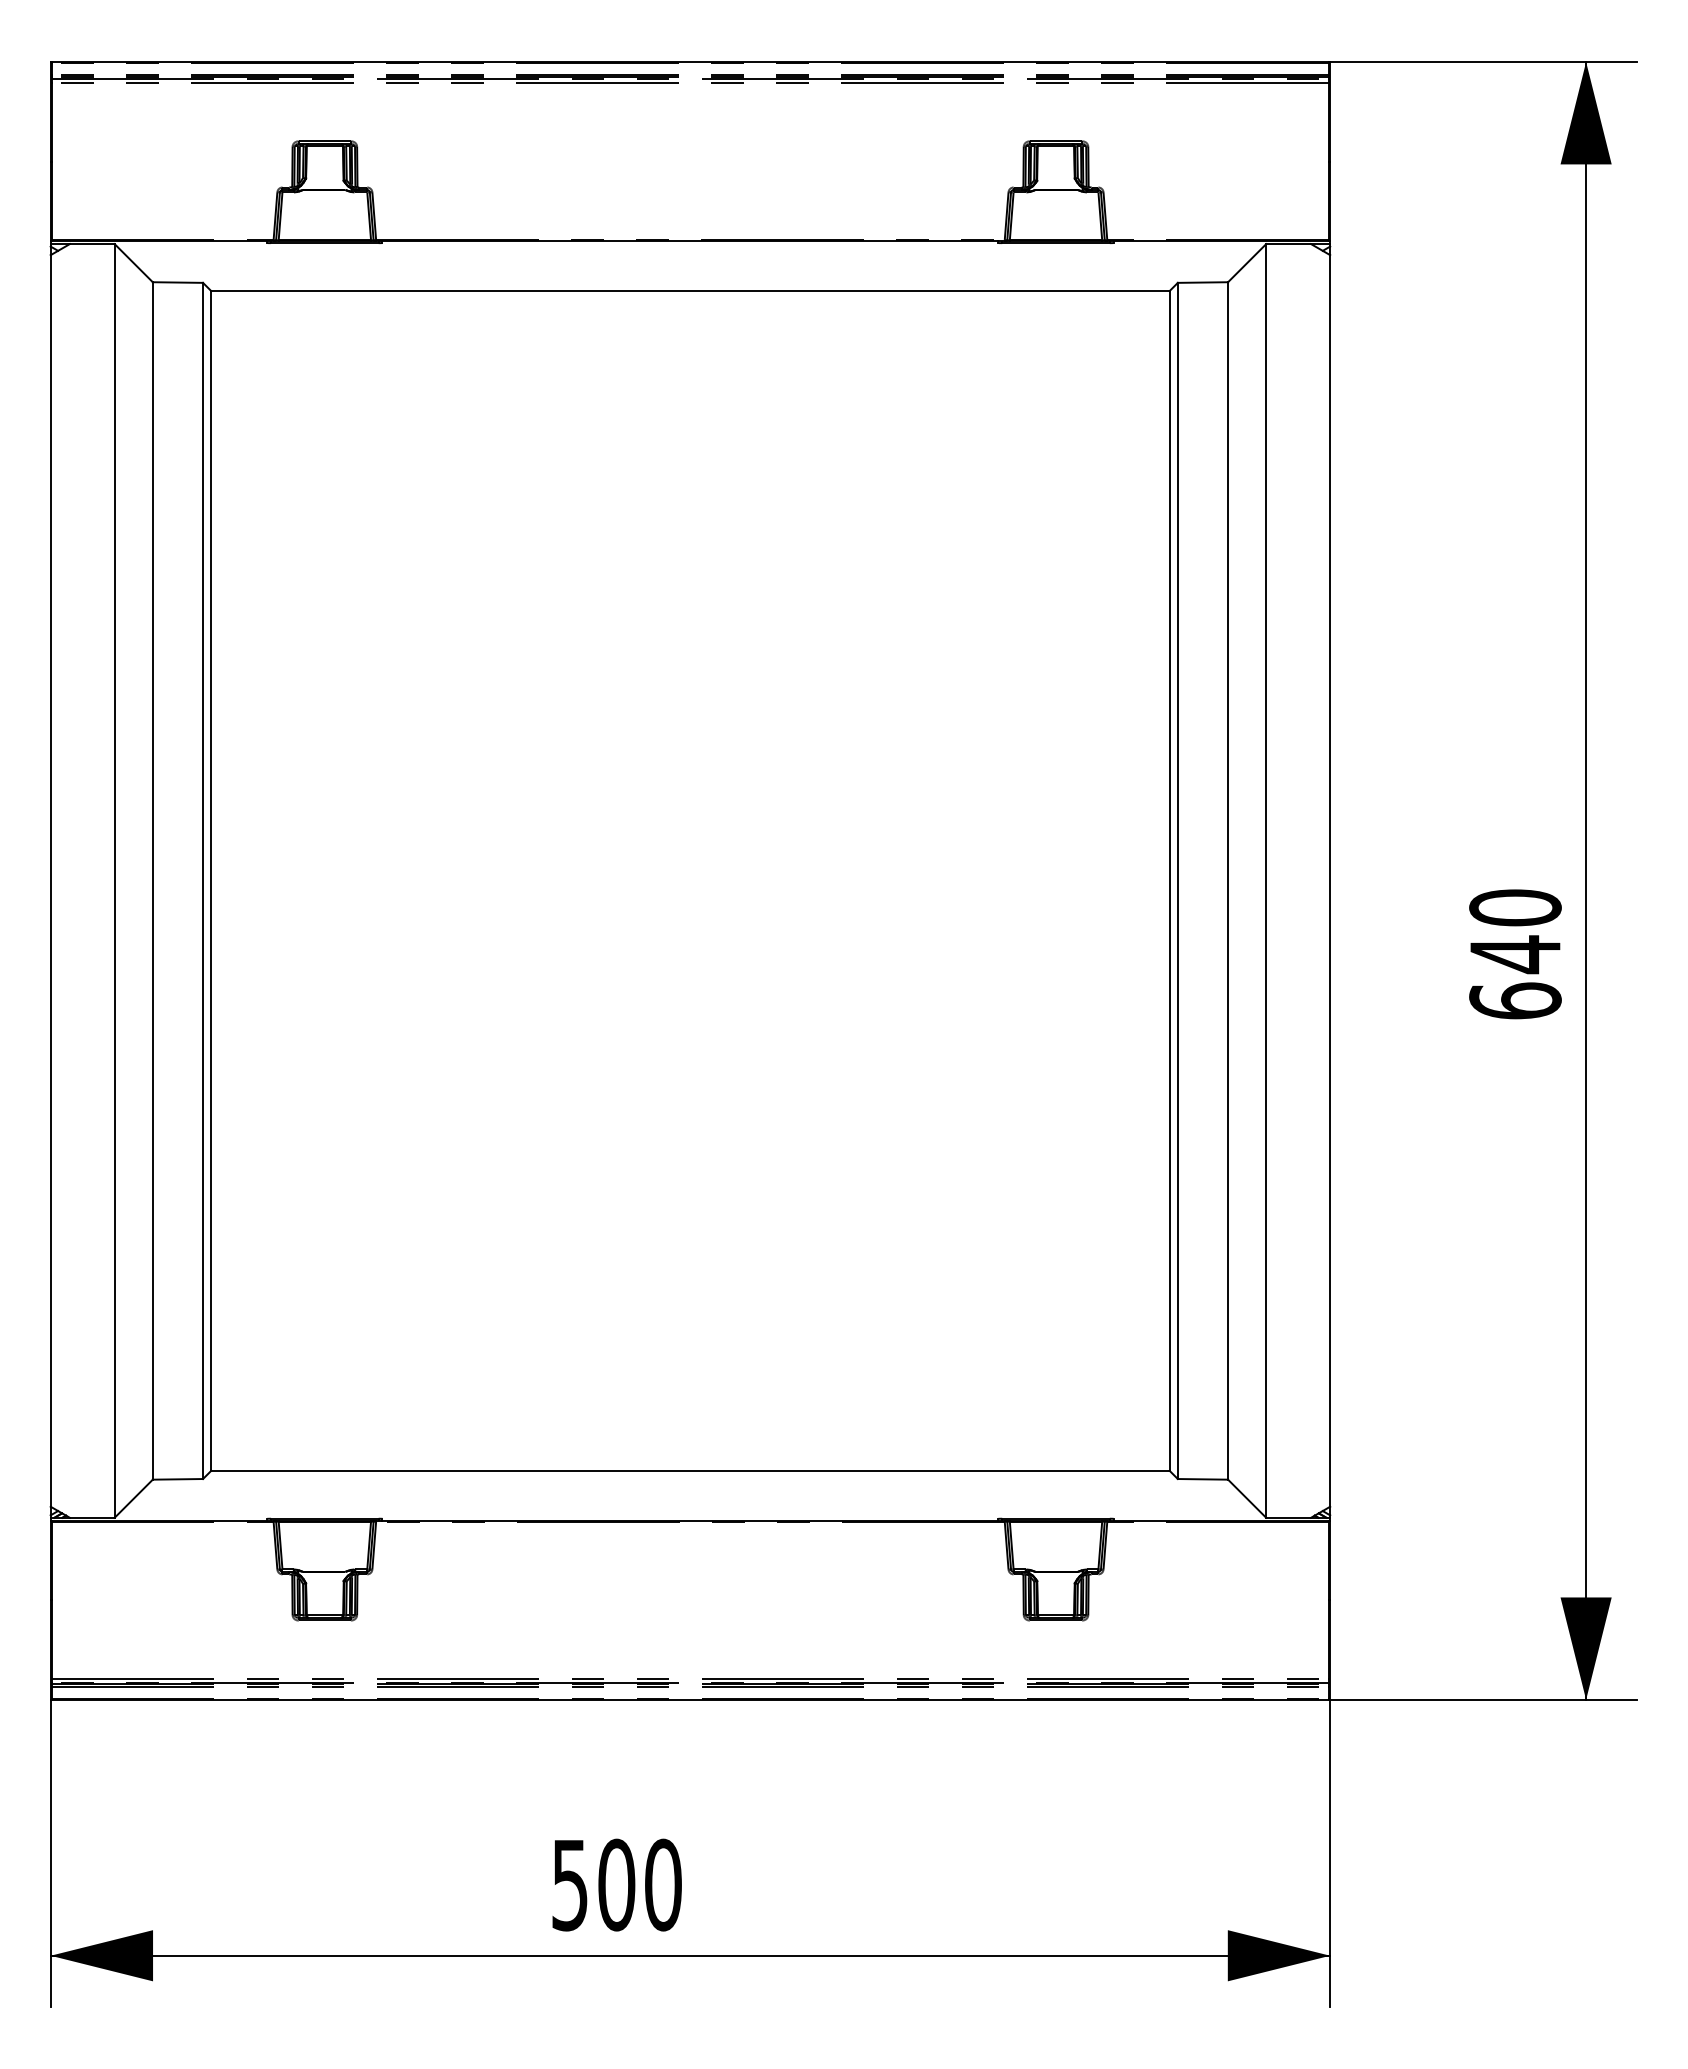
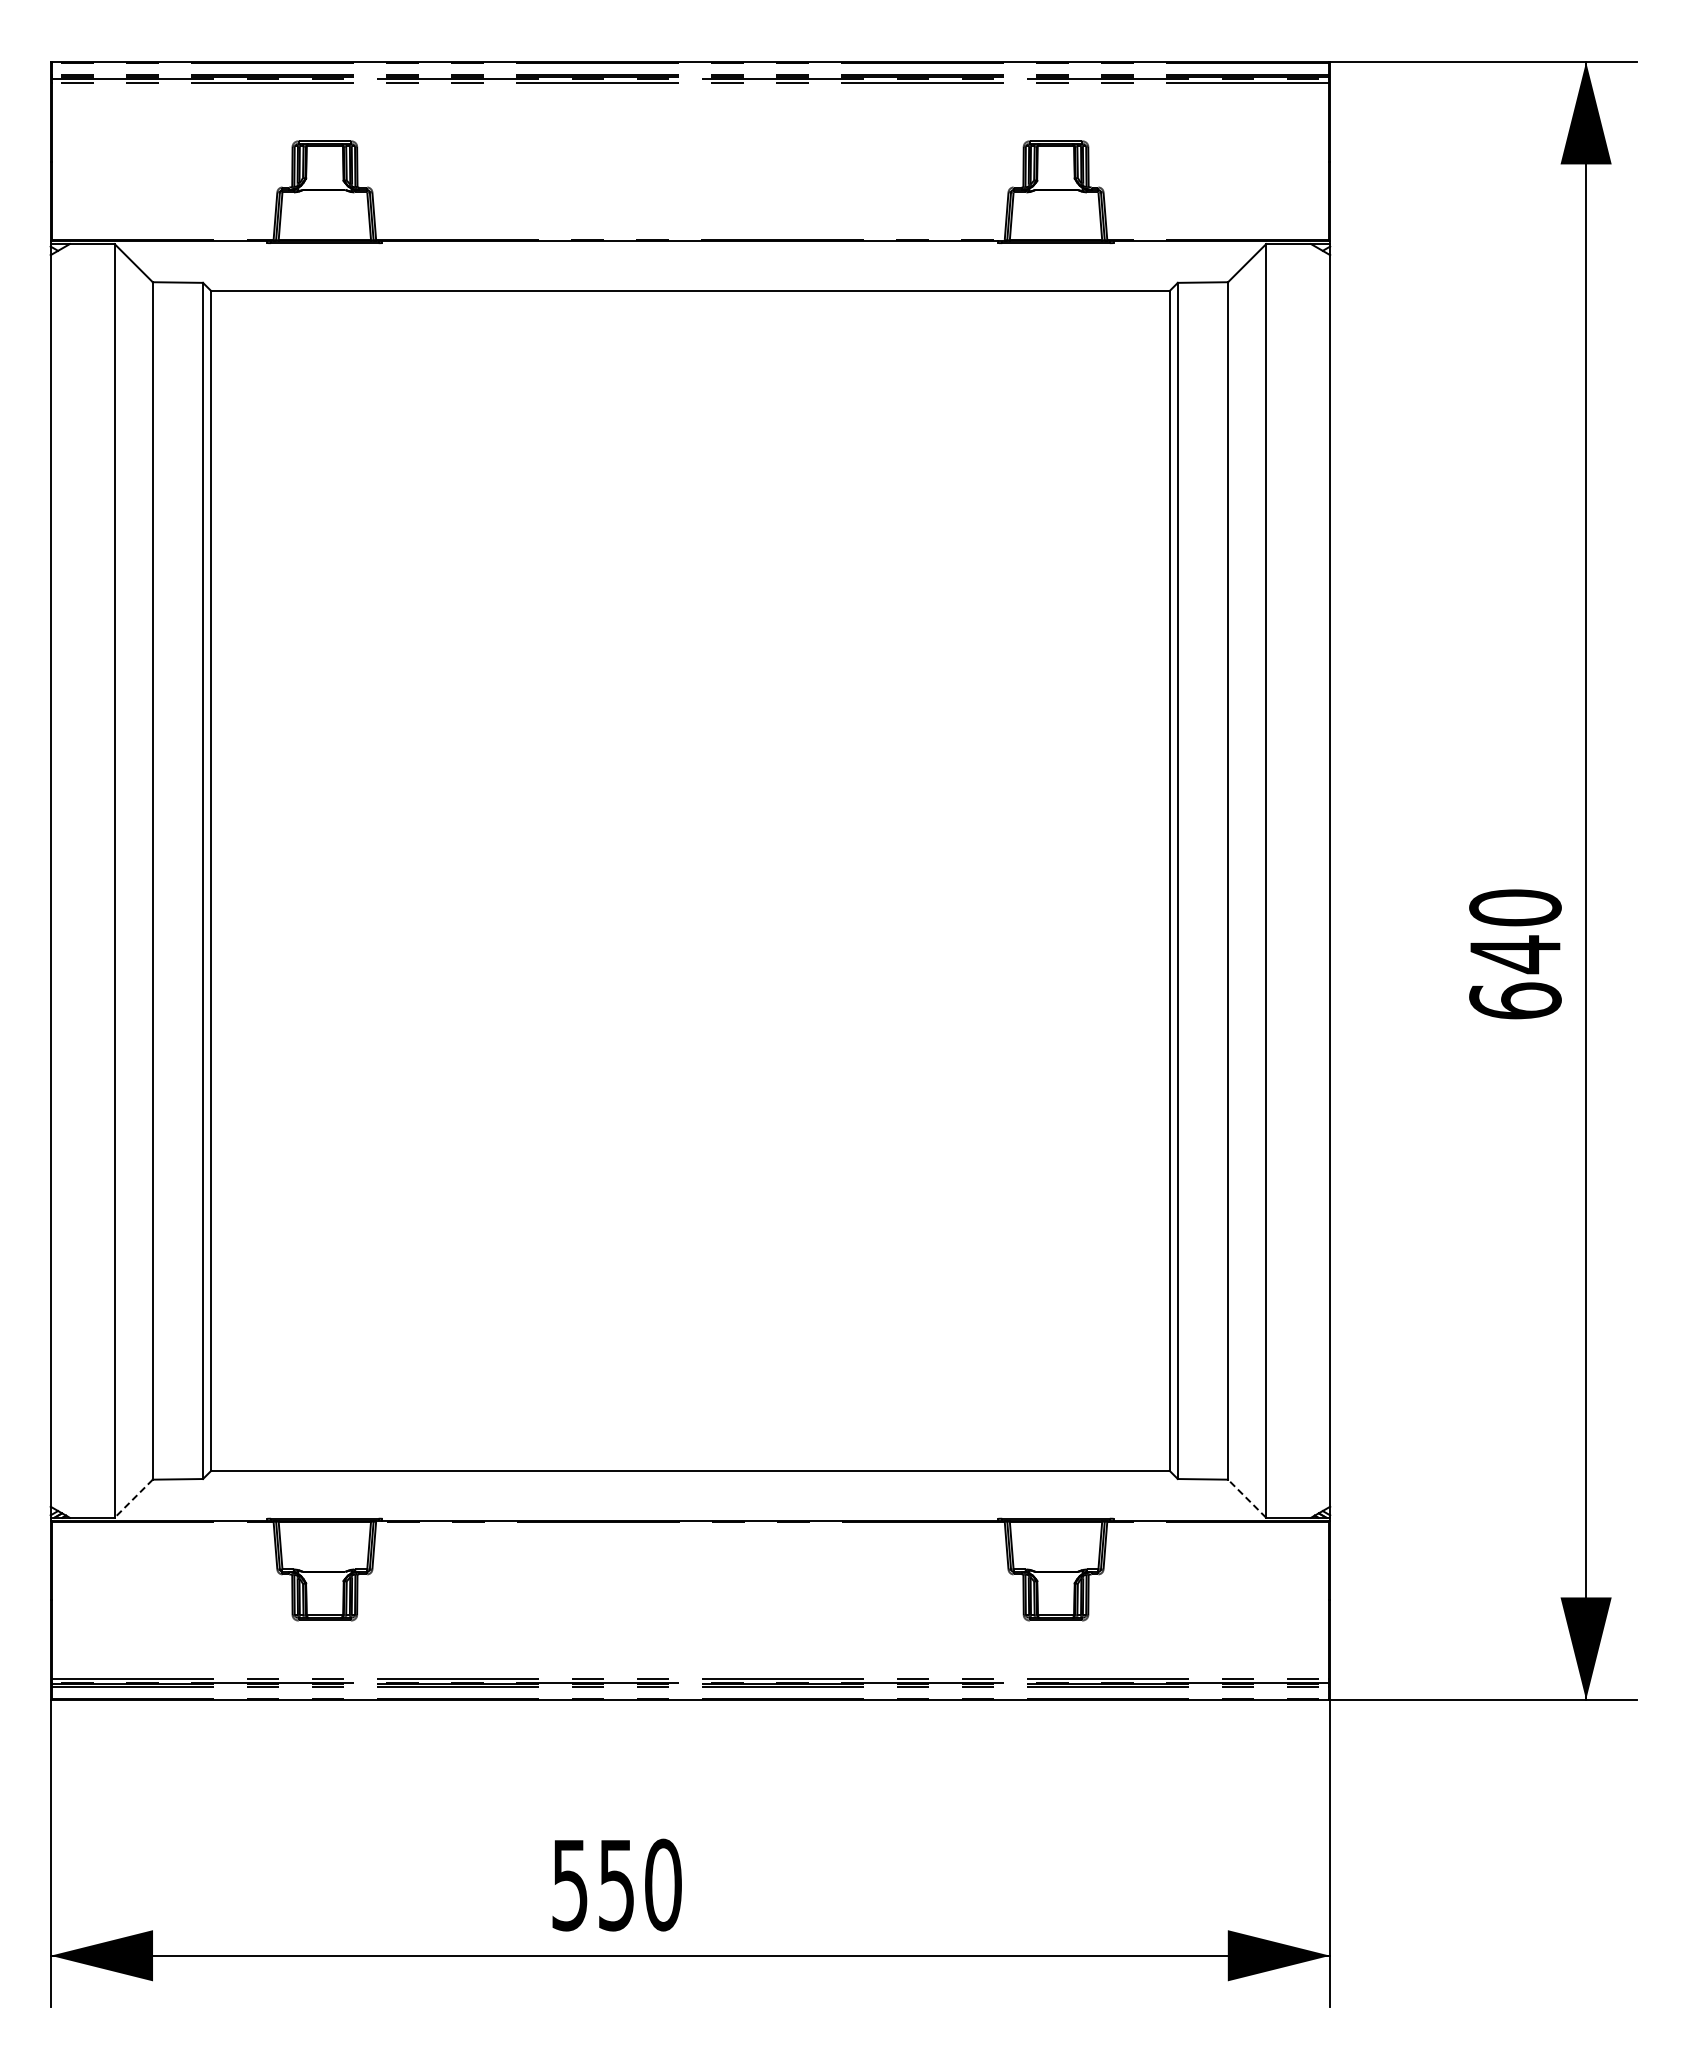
line at (133, 1498): solid -> dashed
line at (1247, 1498): solid -> dashed
text at (616, 1884): 500 -> 550
